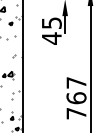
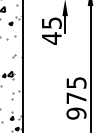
text at (76, 98): 767 -> 975
